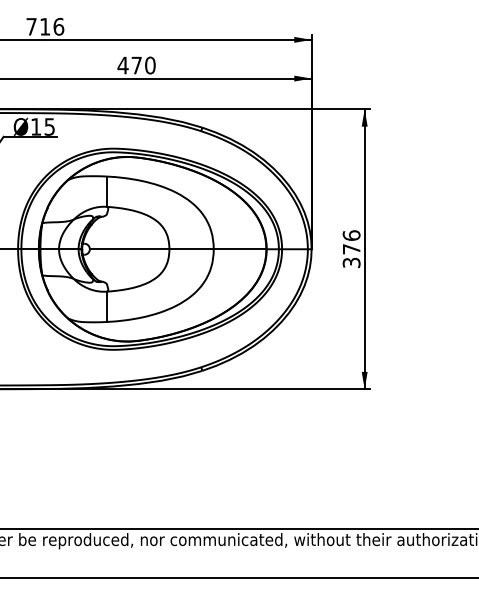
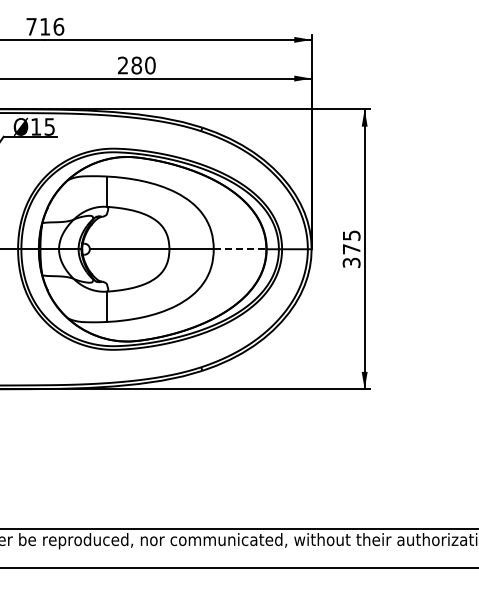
text at (129, 65): 470 -> 280
text at (351, 235): 376 -> 375
line at (240, 249): solid -> dashed
line at (238, 578) position: (238, 578) -> (238, 568)
